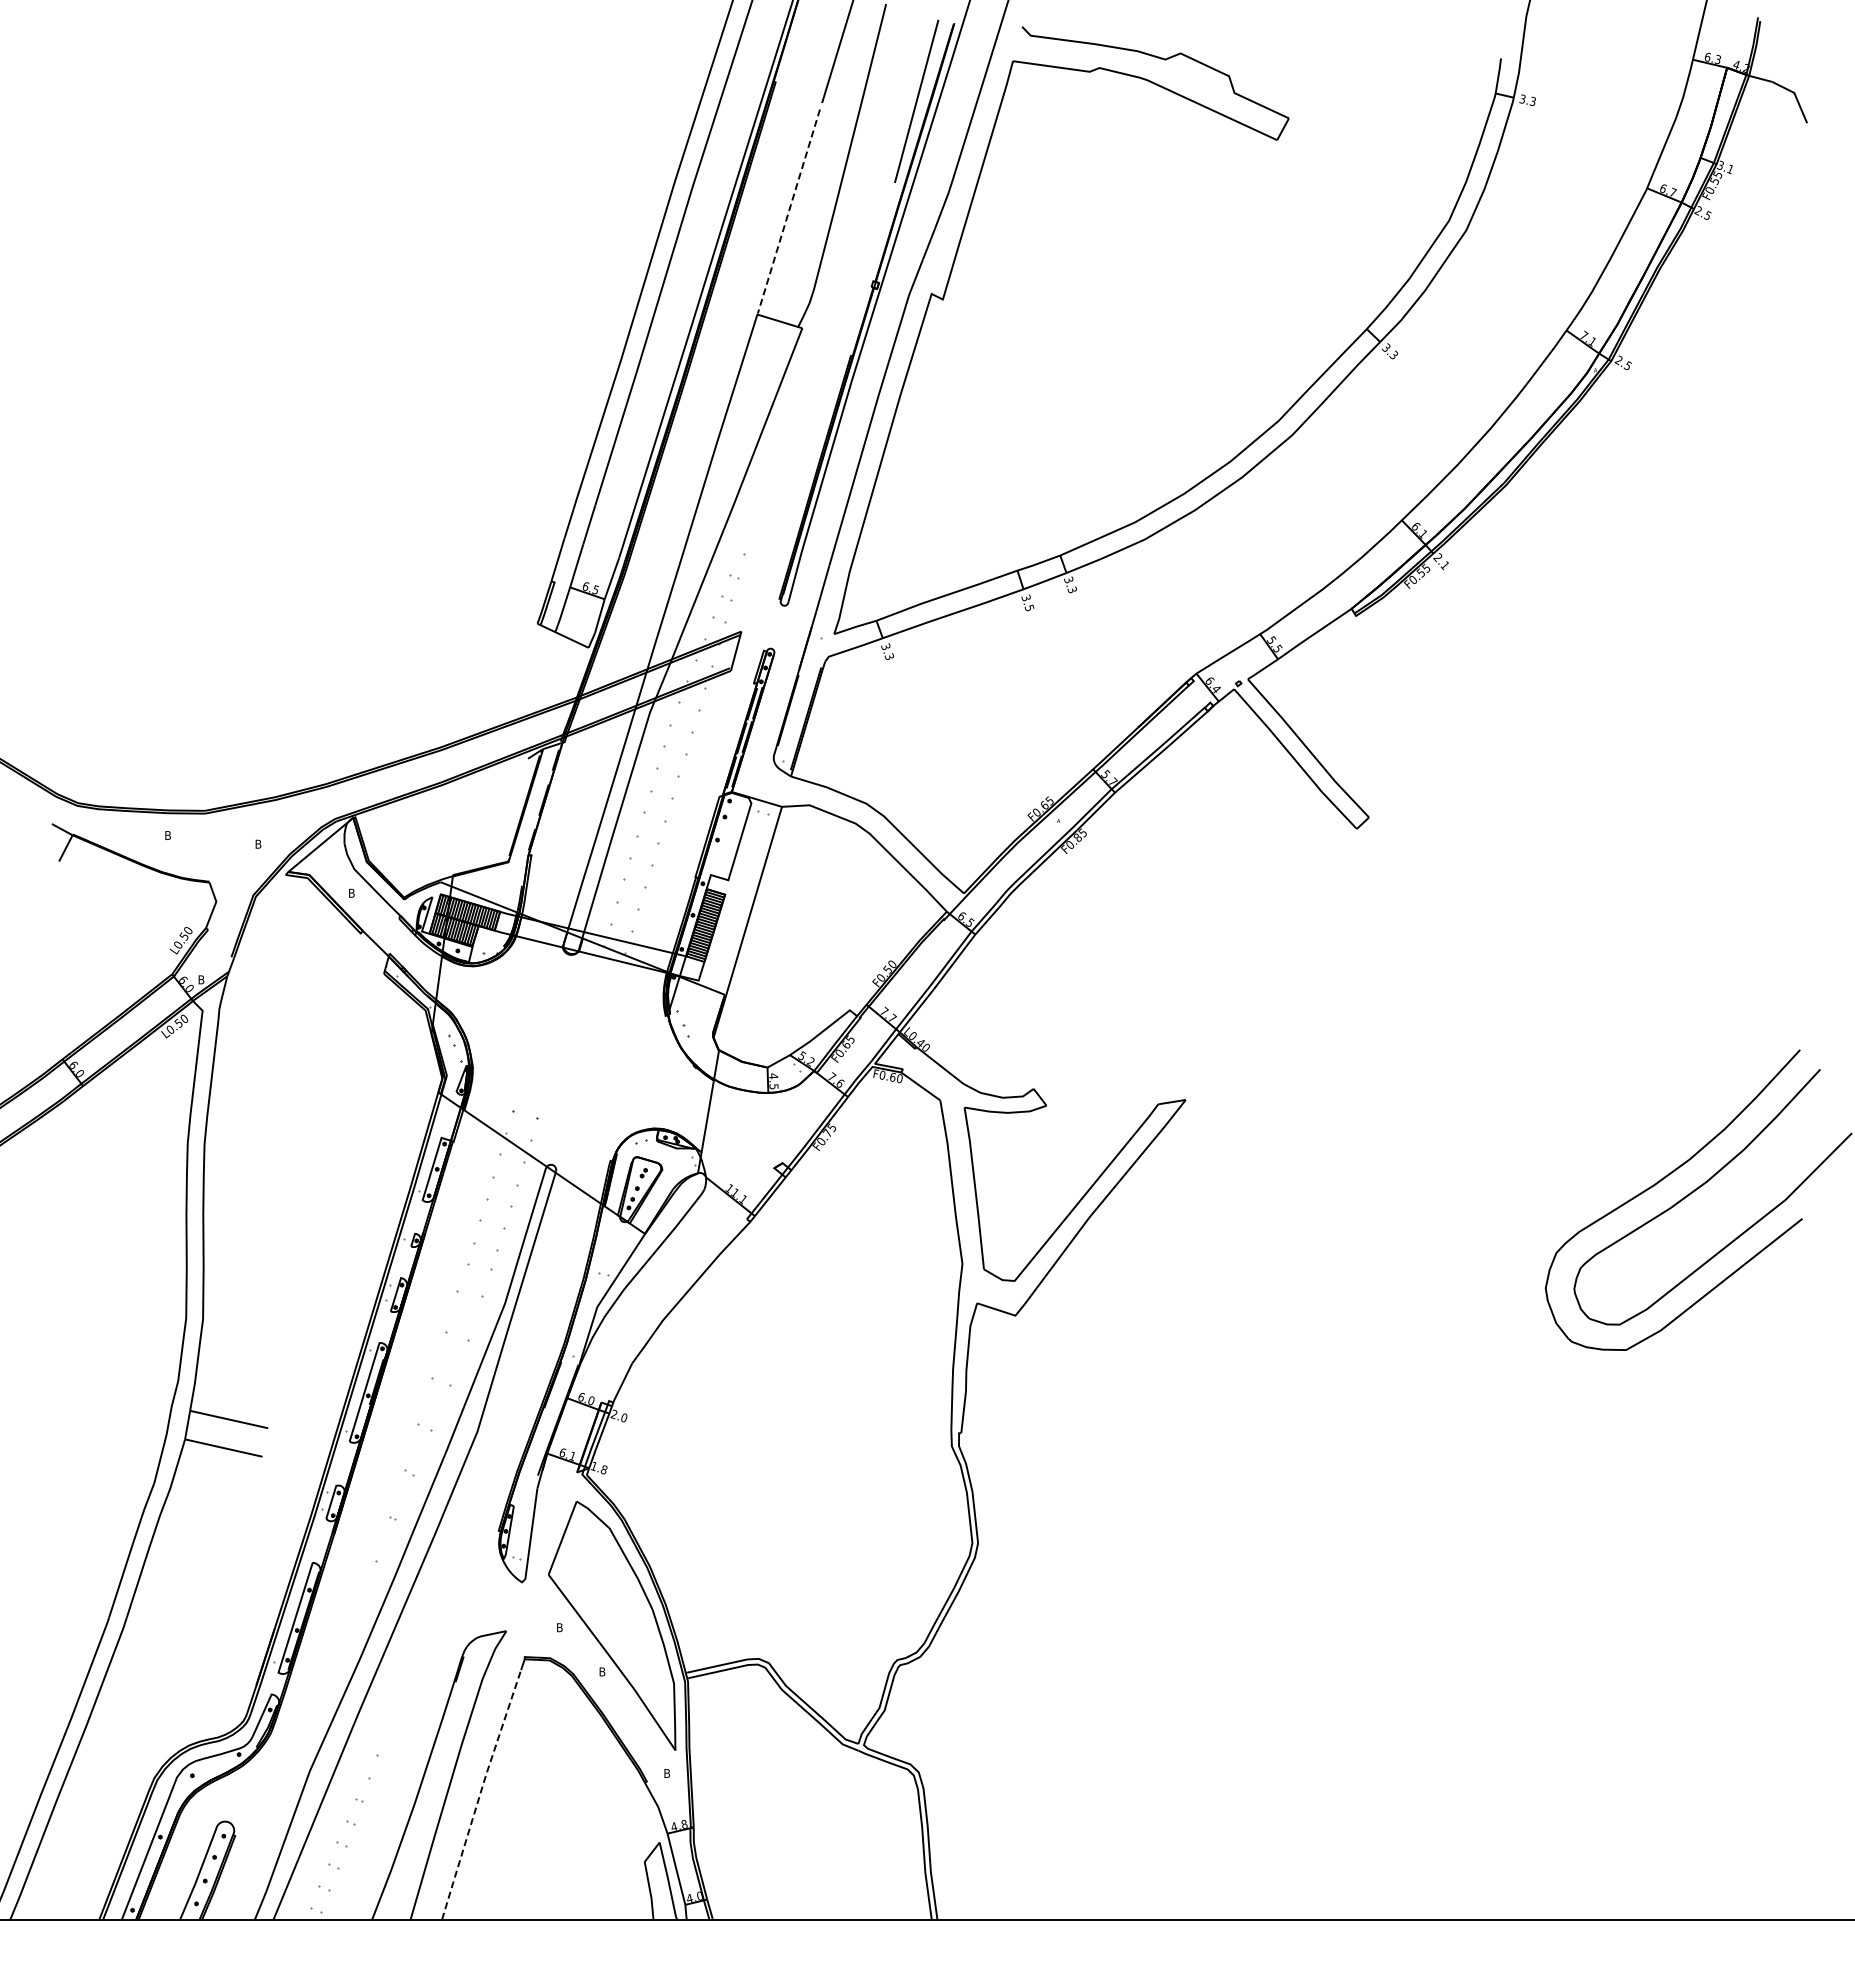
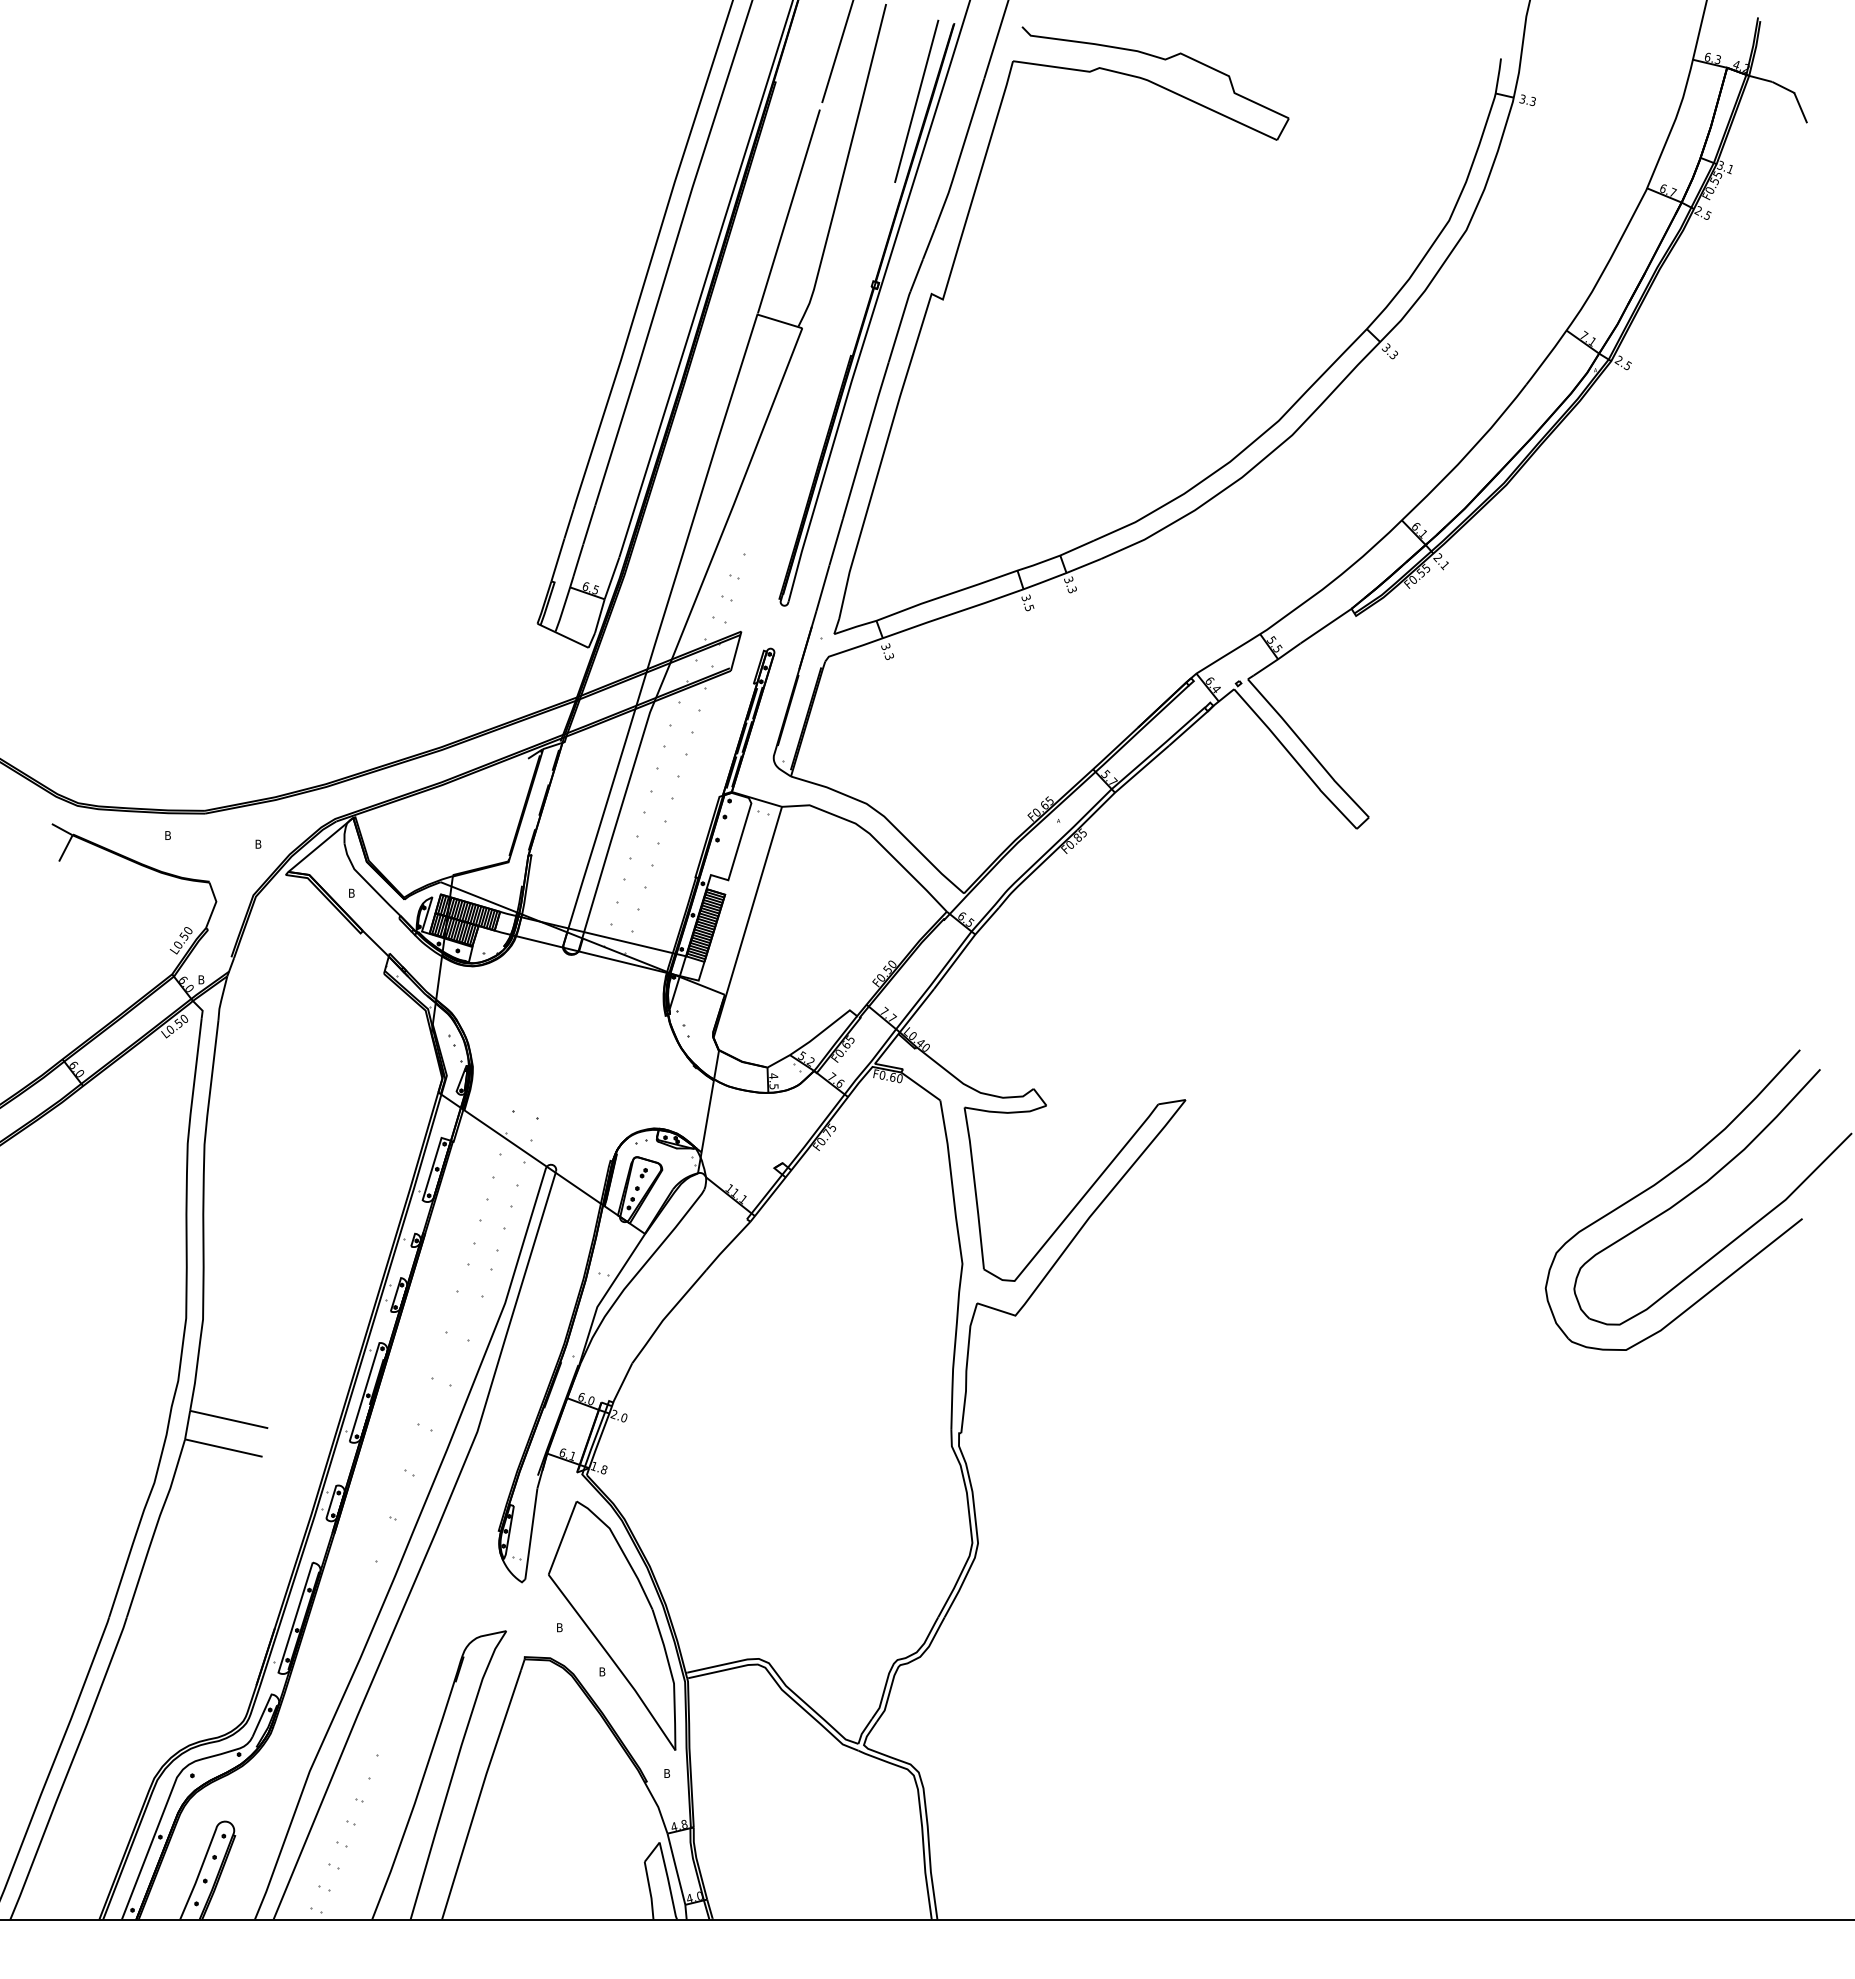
line at (788, 211): dashed -> solid
line at (480, 1793): dashed -> solid
